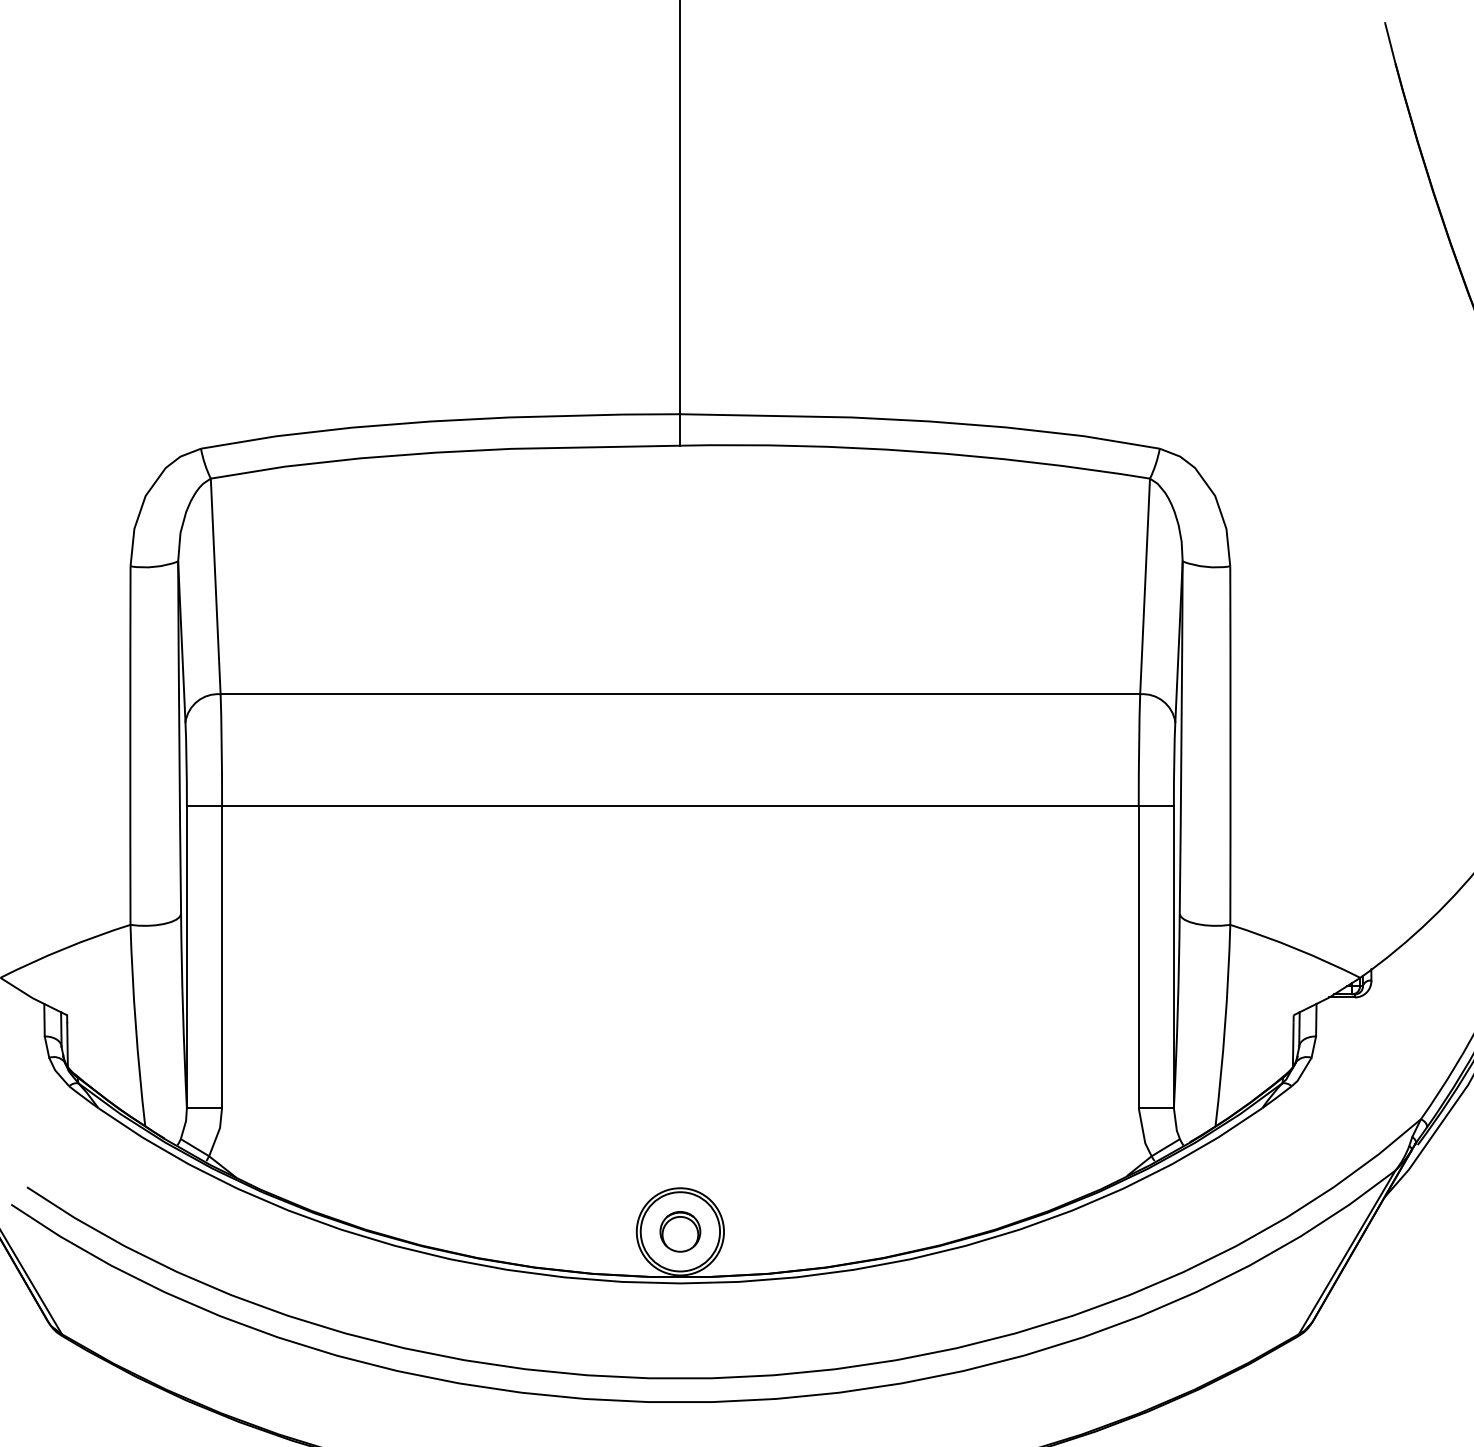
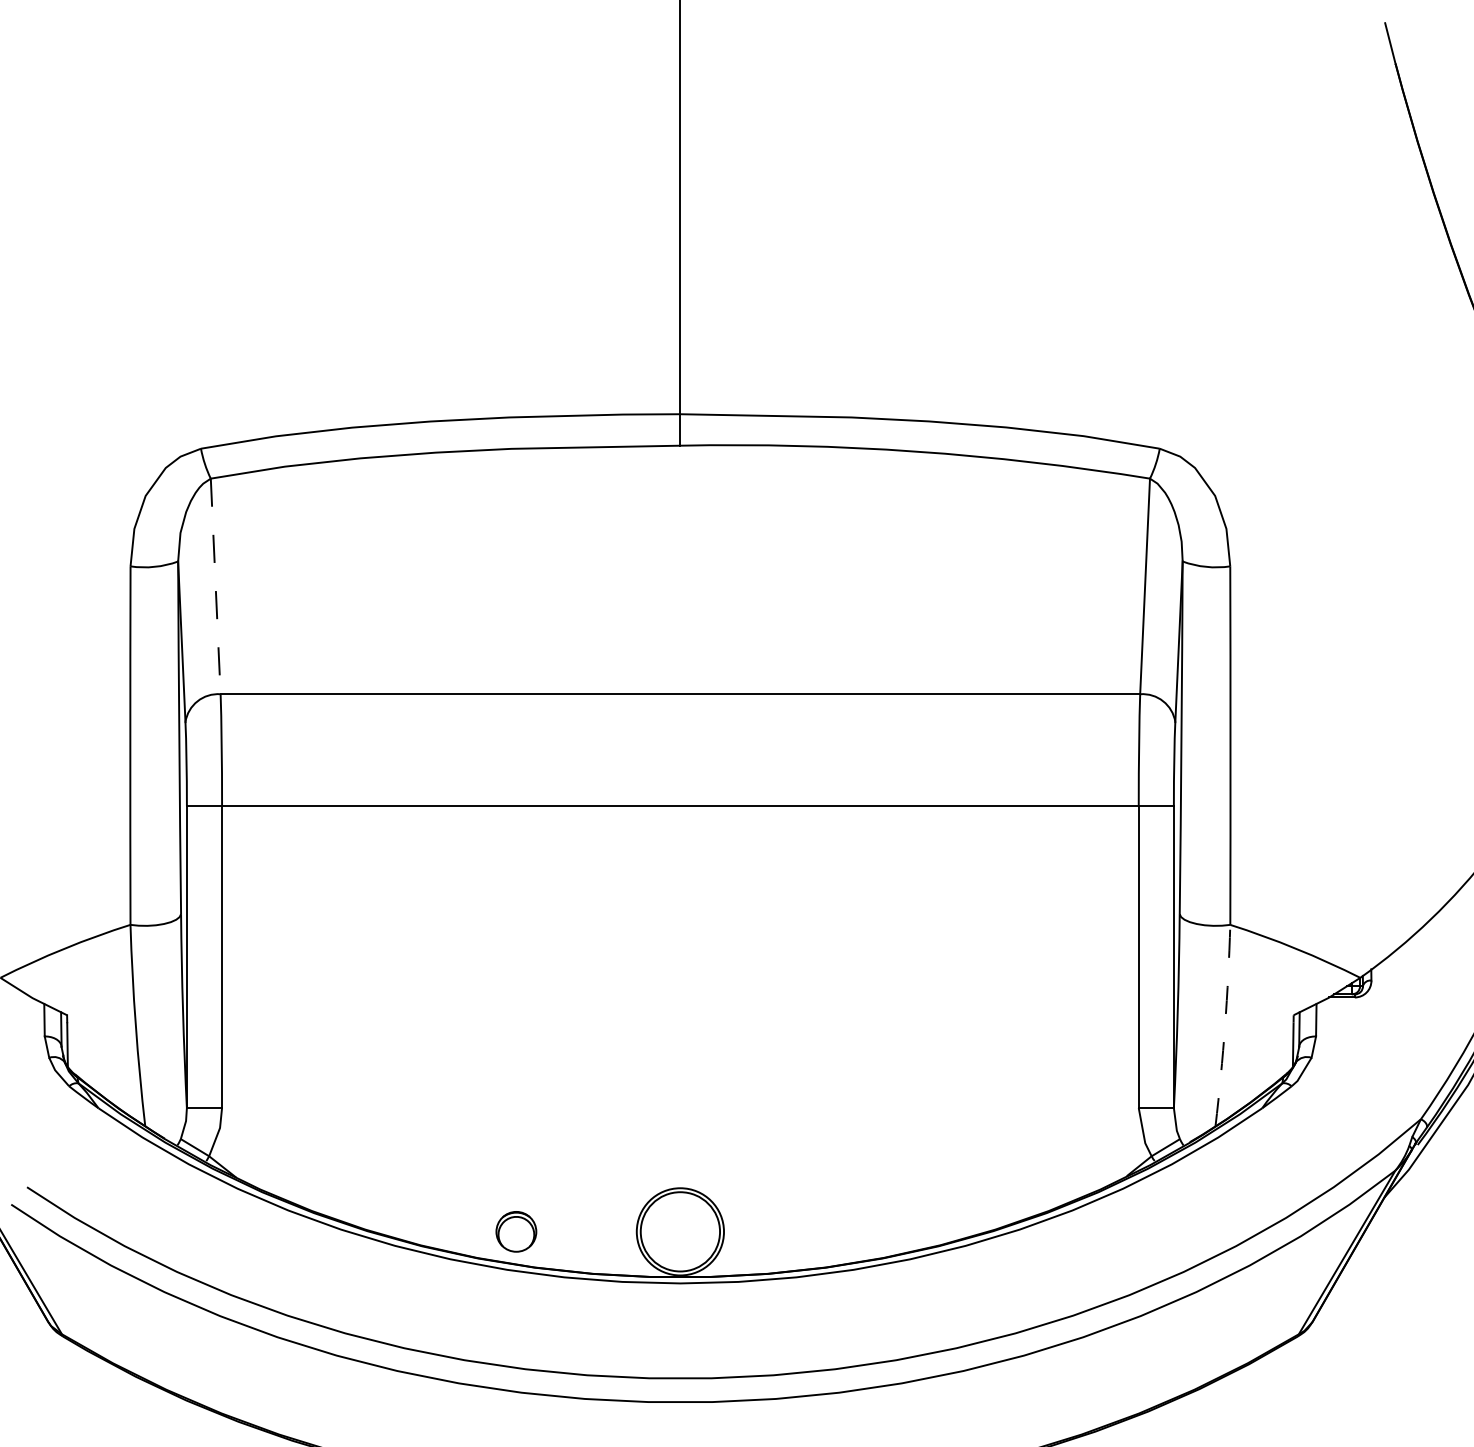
line at (215, 586): solid -> dashed
arc at (1225, 1025): solid -> dashed
part at (680, 1231) position: (680, 1231) -> (516, 1231)
